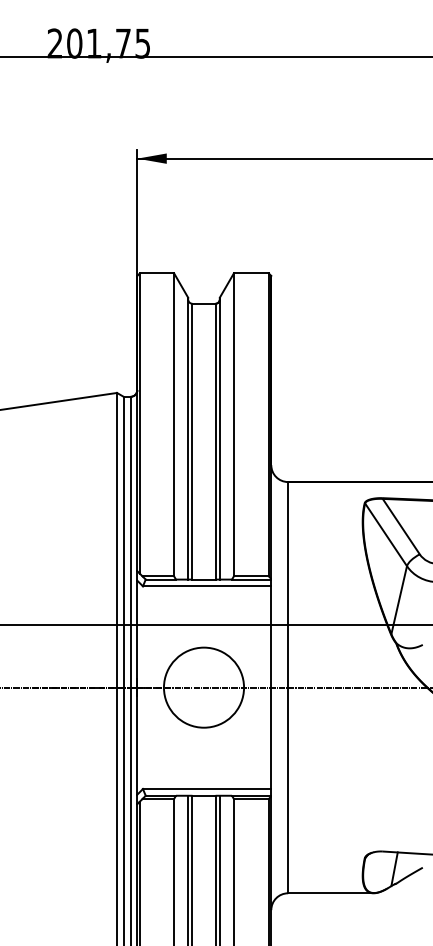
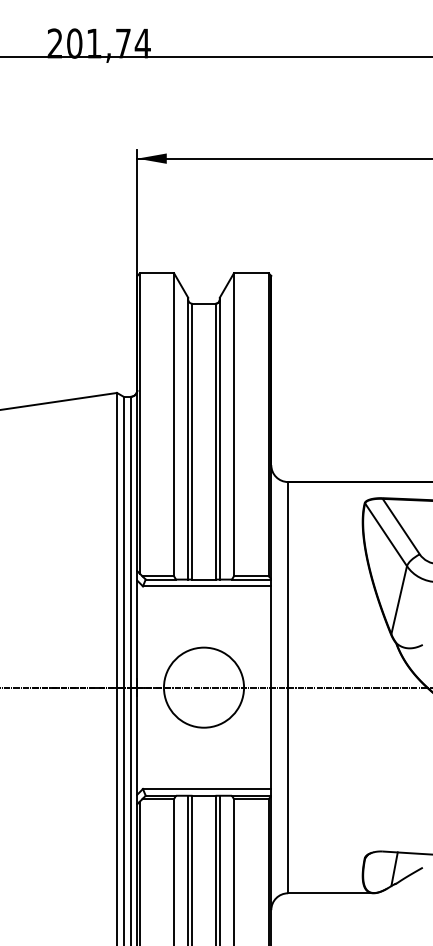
text at (142, 43): 201,75 -> 201,74
line at (215, 624): present -> none
